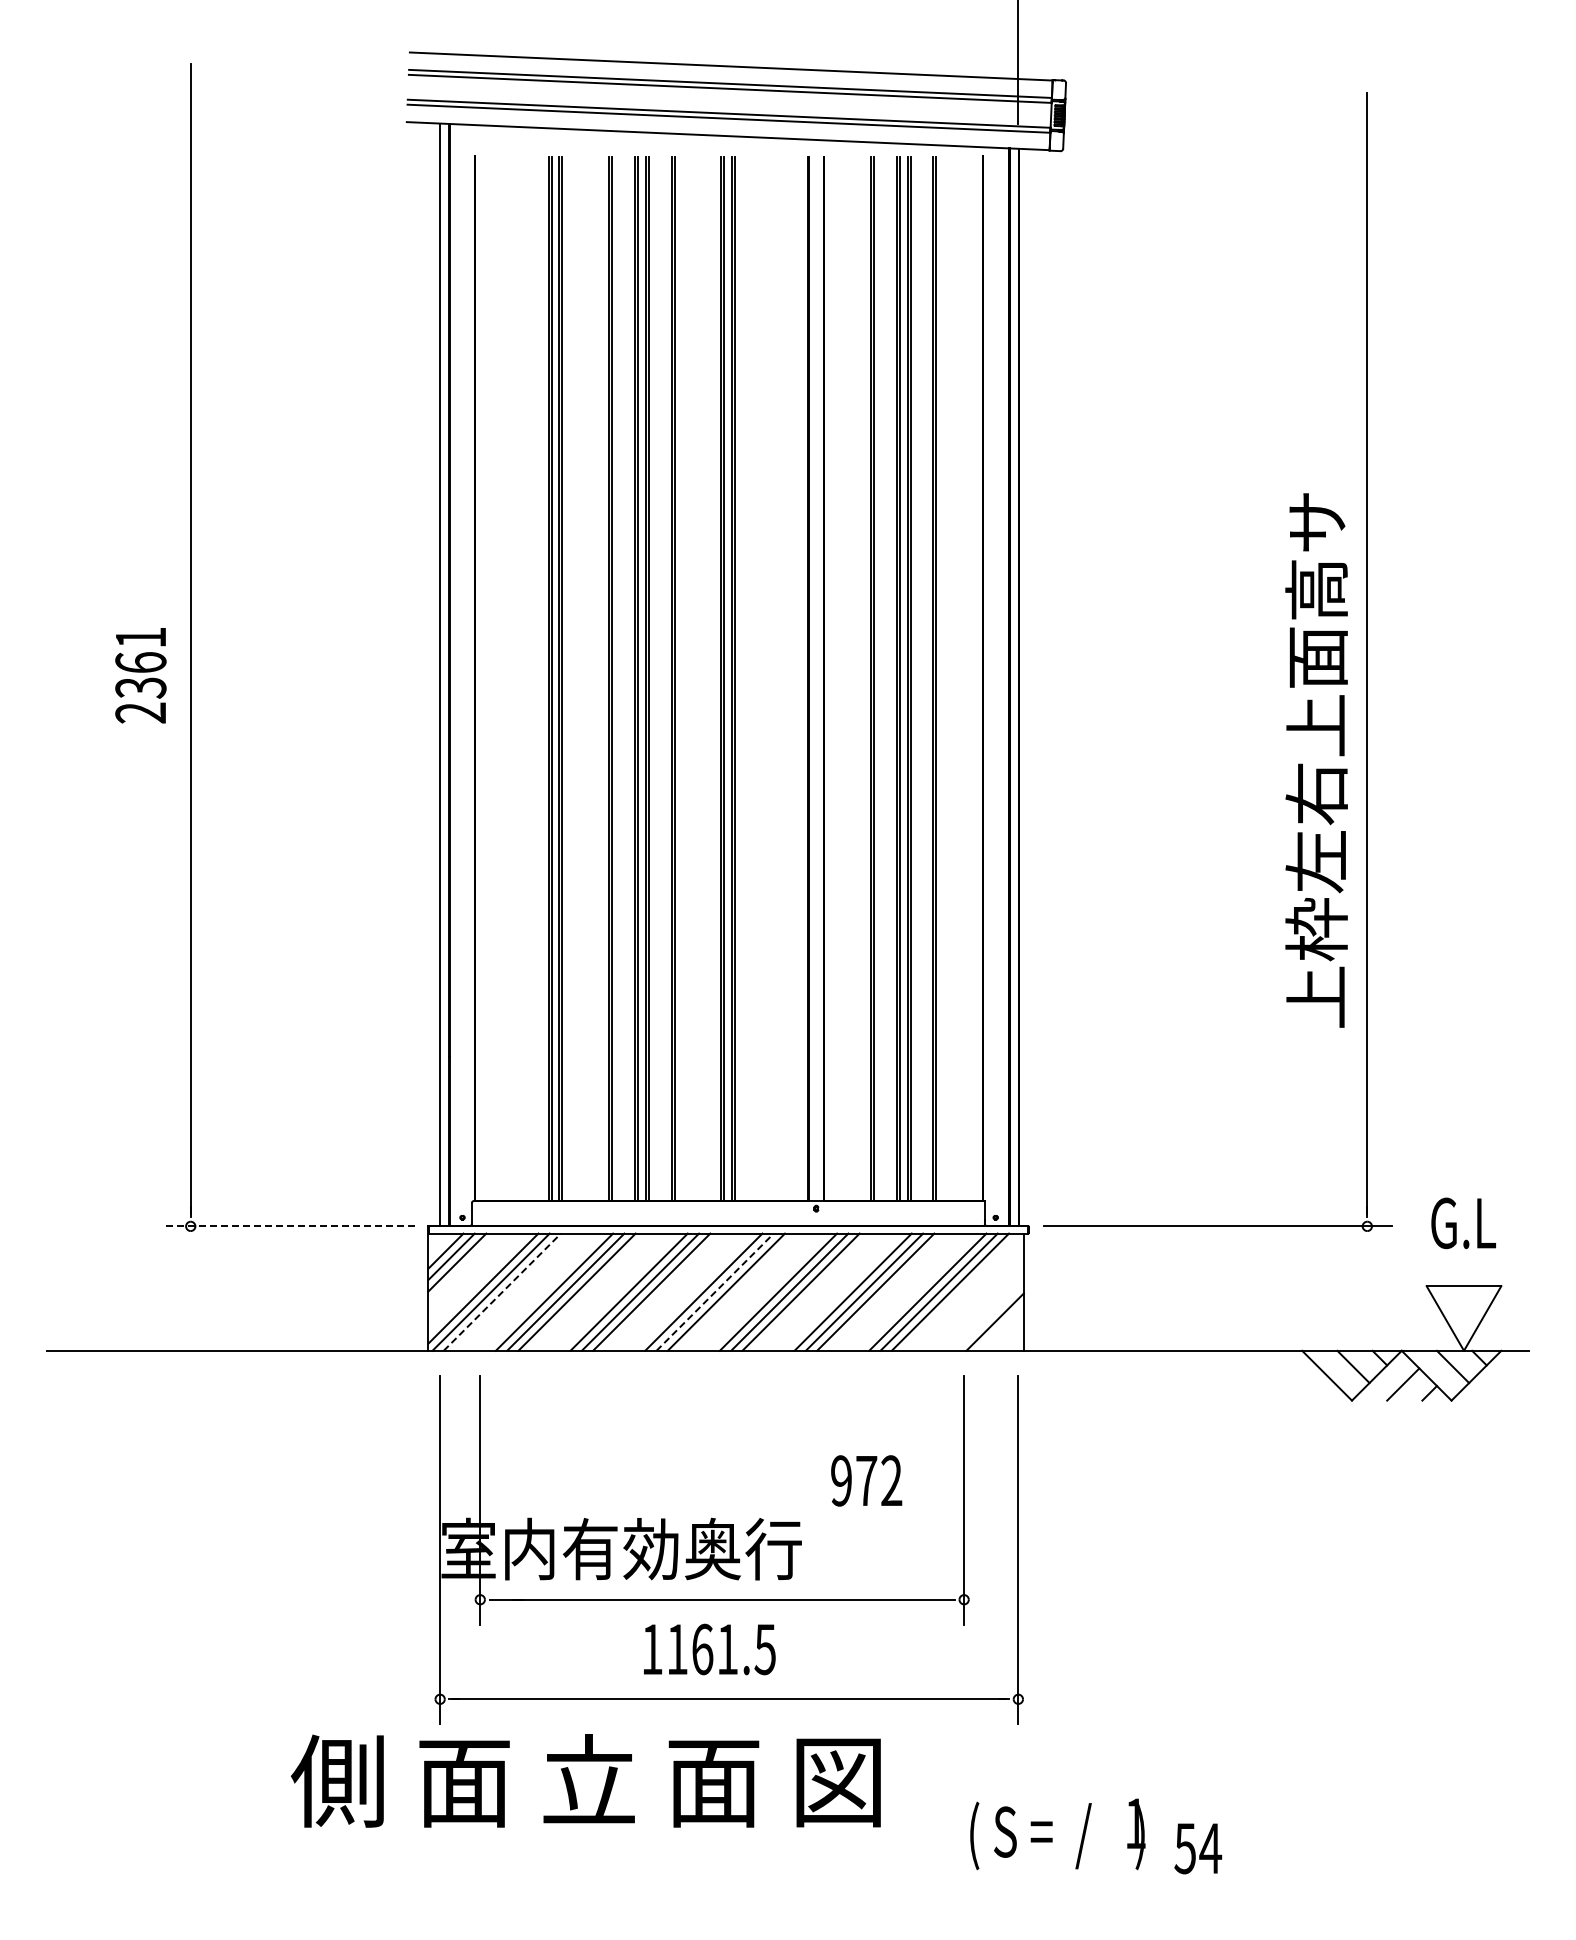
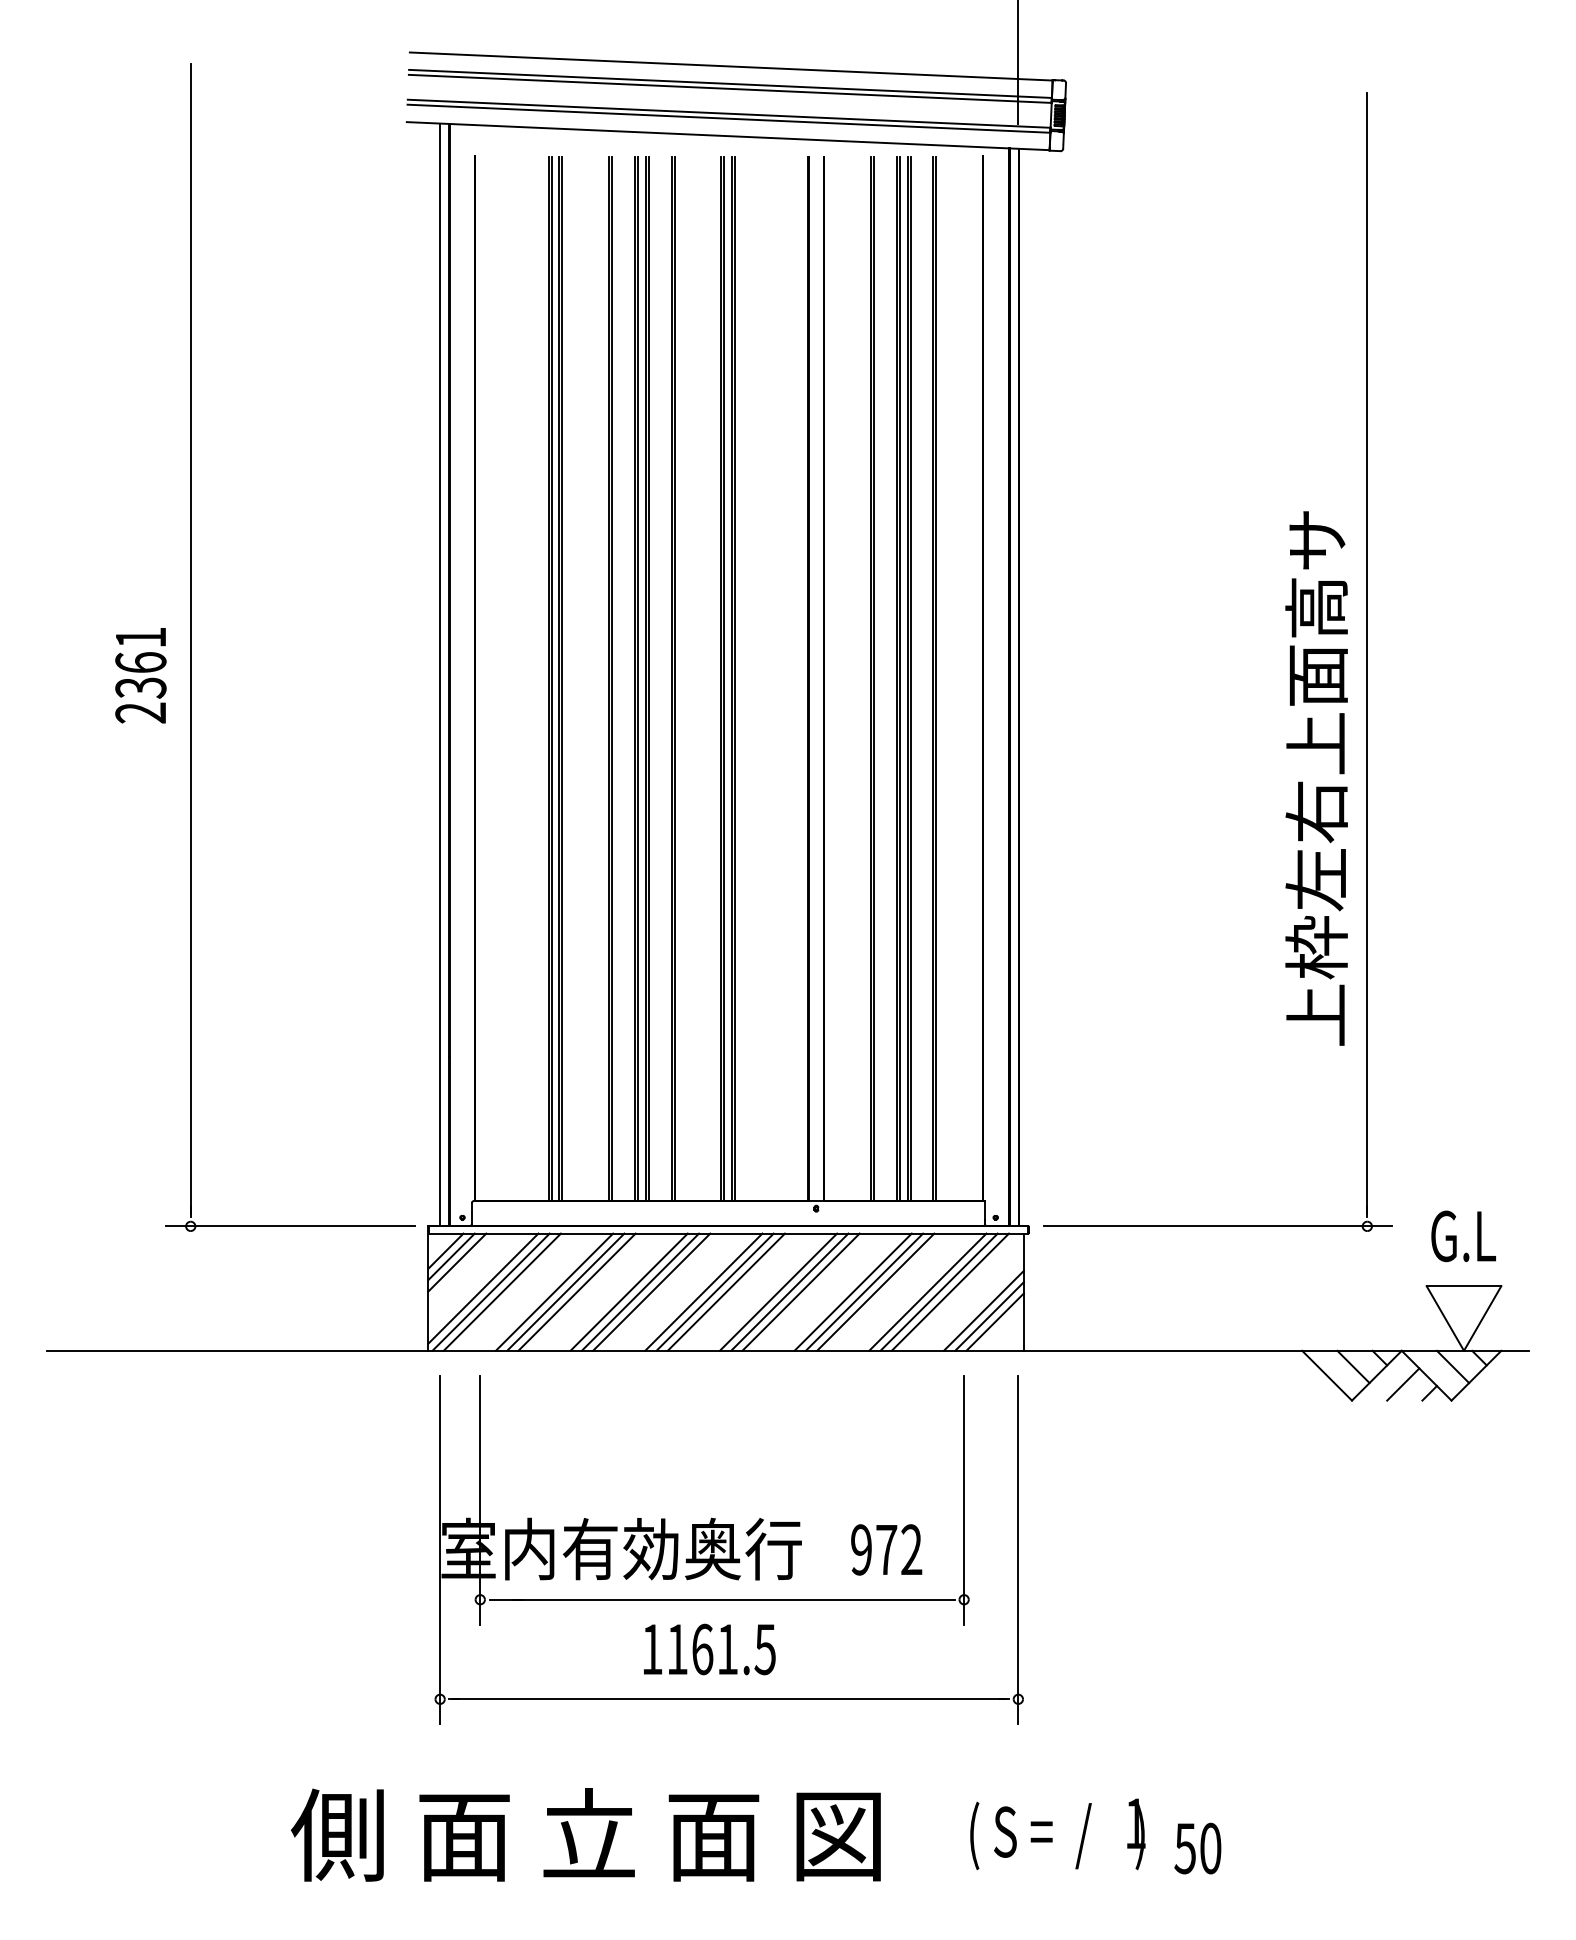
text at (1316, 760) position: (1316, 760) -> (1316, 778)
text at (1463, 1223) position: (1463, 1223) -> (1463, 1236)
line at (289, 1226): dashed -> solid
line at (502, 1292): dashed -> solid
line at (715, 1292): dashed -> solid
line at (983, 1310): none -> present
line at (989, 1316): none -> present
text at (866, 1480) position: (866, 1480) -> (886, 1549)
text at (585, 1780) position: (585, 1780) -> (585, 1834)
text at (1210, 1848): 54 -> 50
